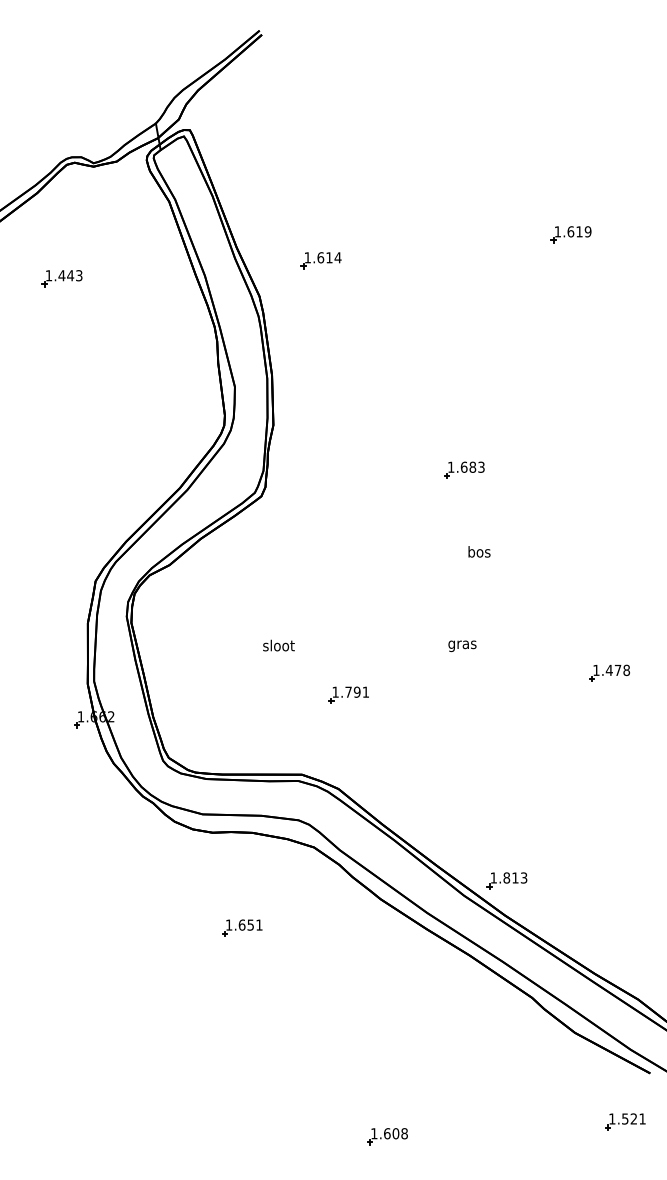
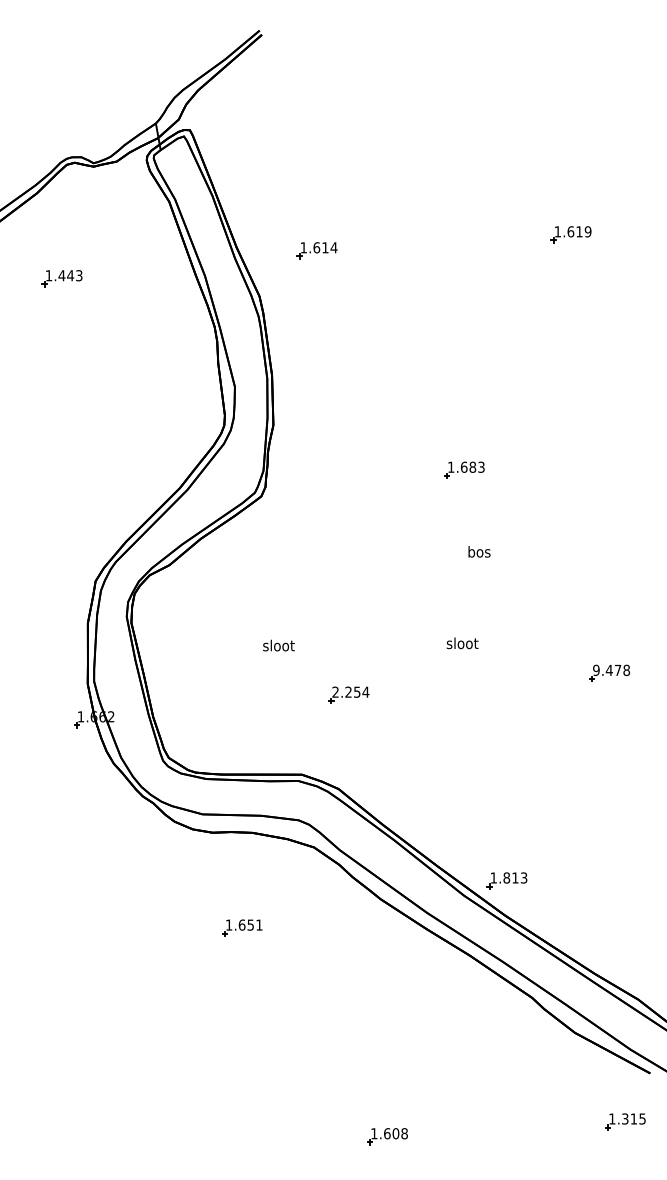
part at (320, 260) position: (320, 260) -> (316, 250)
text at (462, 644): gras -> sloot
text at (596, 670): 1.478 -> 9.478
text at (350, 691): 1.791 -> 2.254
text at (633, 1118): 1.521 -> 1.315
